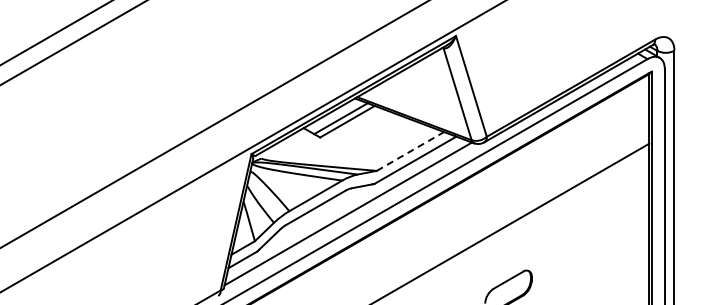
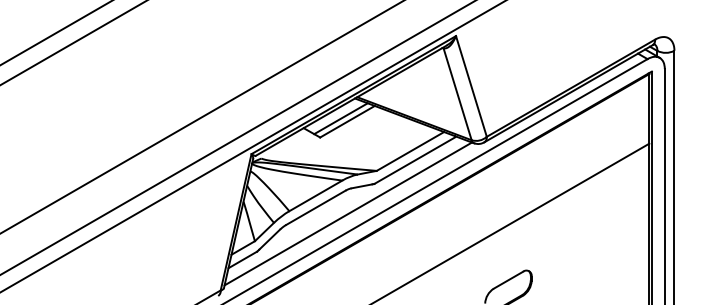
line at (214, 124) position: (214, 124) -> (201, 117)
line at (237, 137): none -> present
line at (410, 151): dashed -> solid
